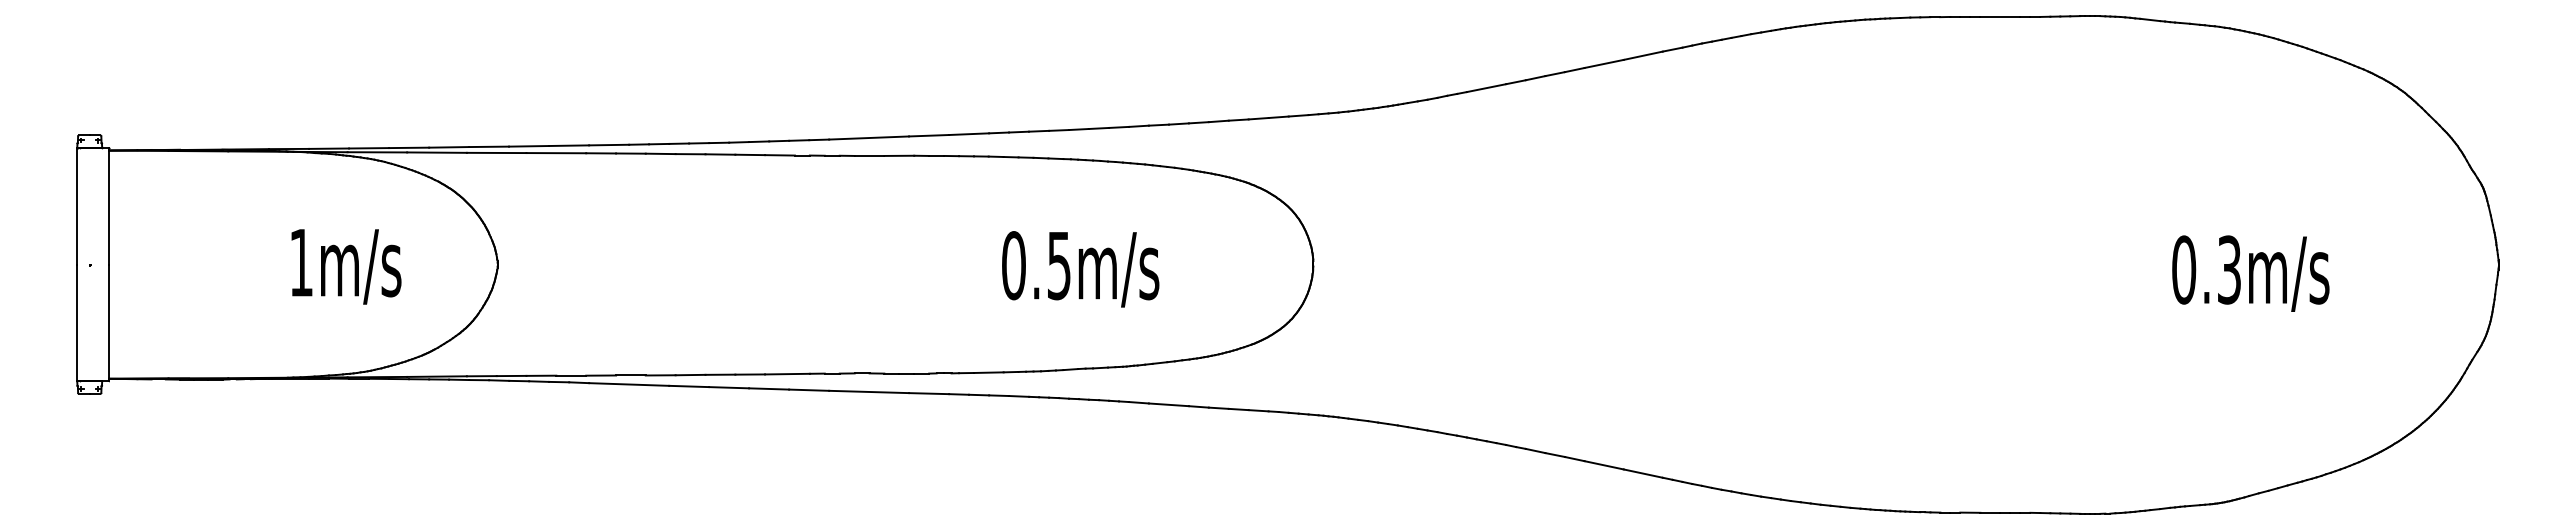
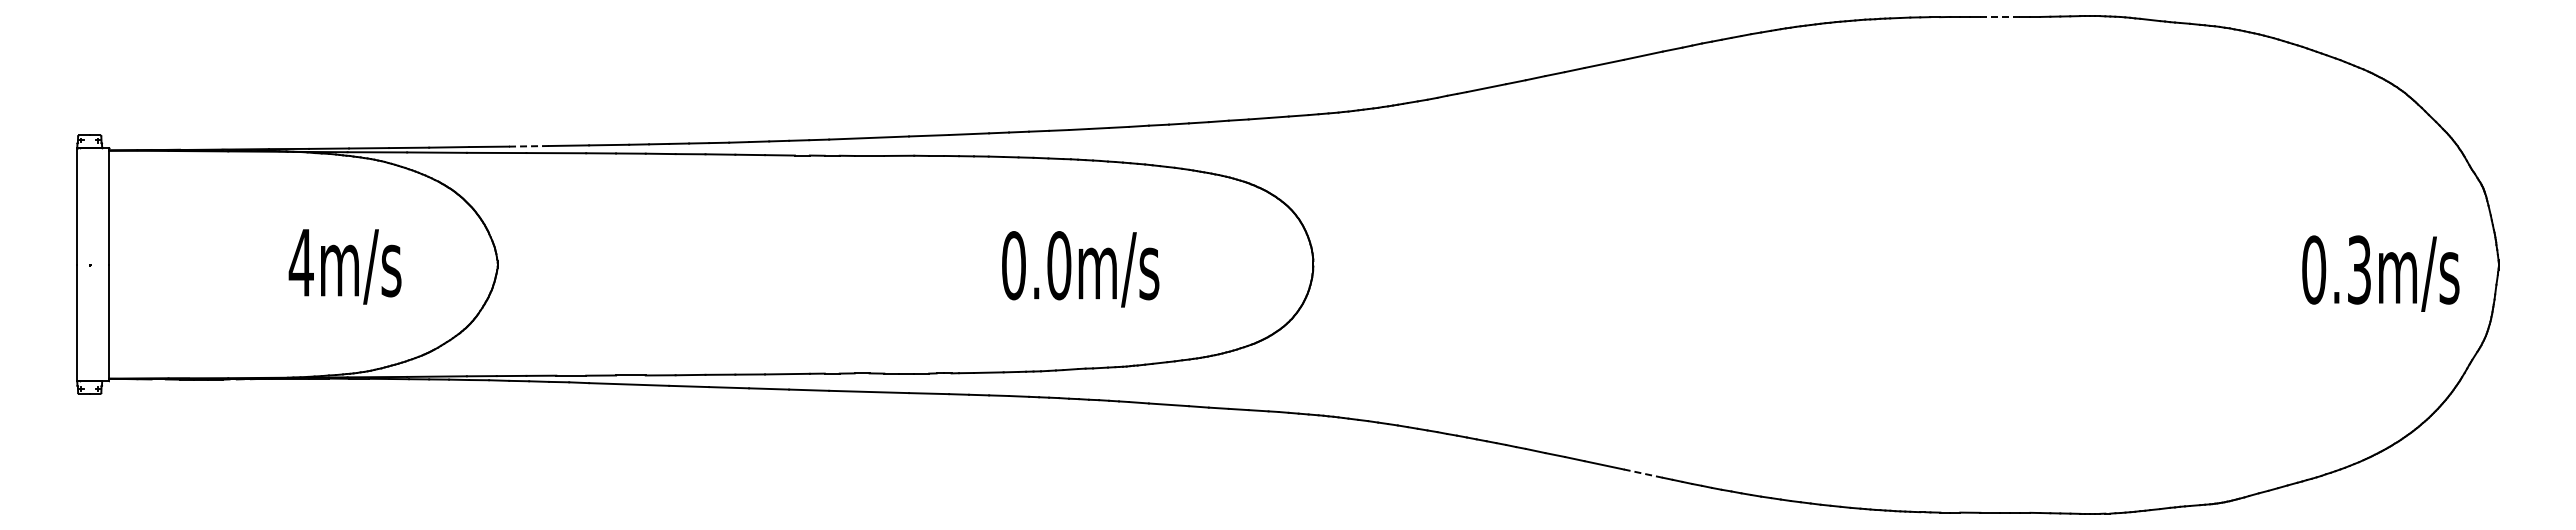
line at (2000, 16): solid -> dashed
line at (529, 146): solid -> dashed
text at (300, 262): 1m/s -> 4m/s
text at (1059, 265): 0.5m/s -> 0.0m/s
text at (2250, 273) position: (2250, 273) -> (2380, 273)
line at (1643, 473): solid -> dashed
